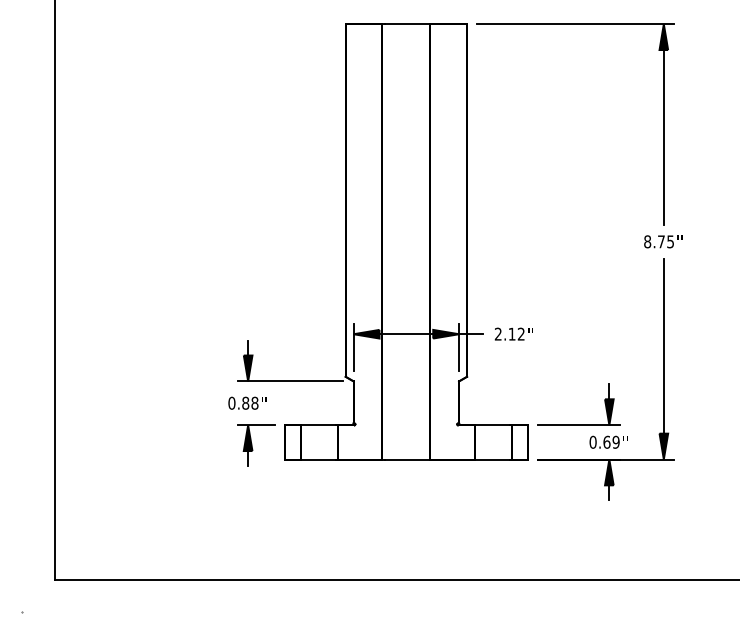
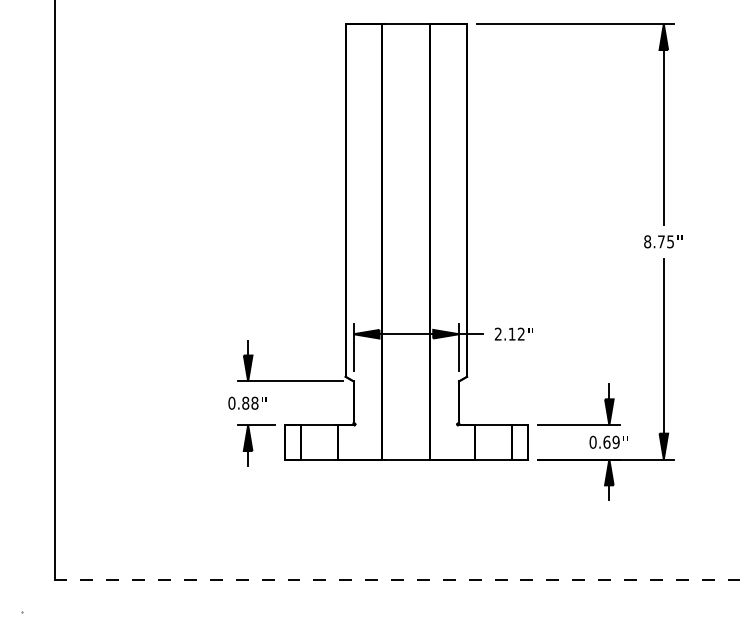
line at (397, 579): solid -> dashed
